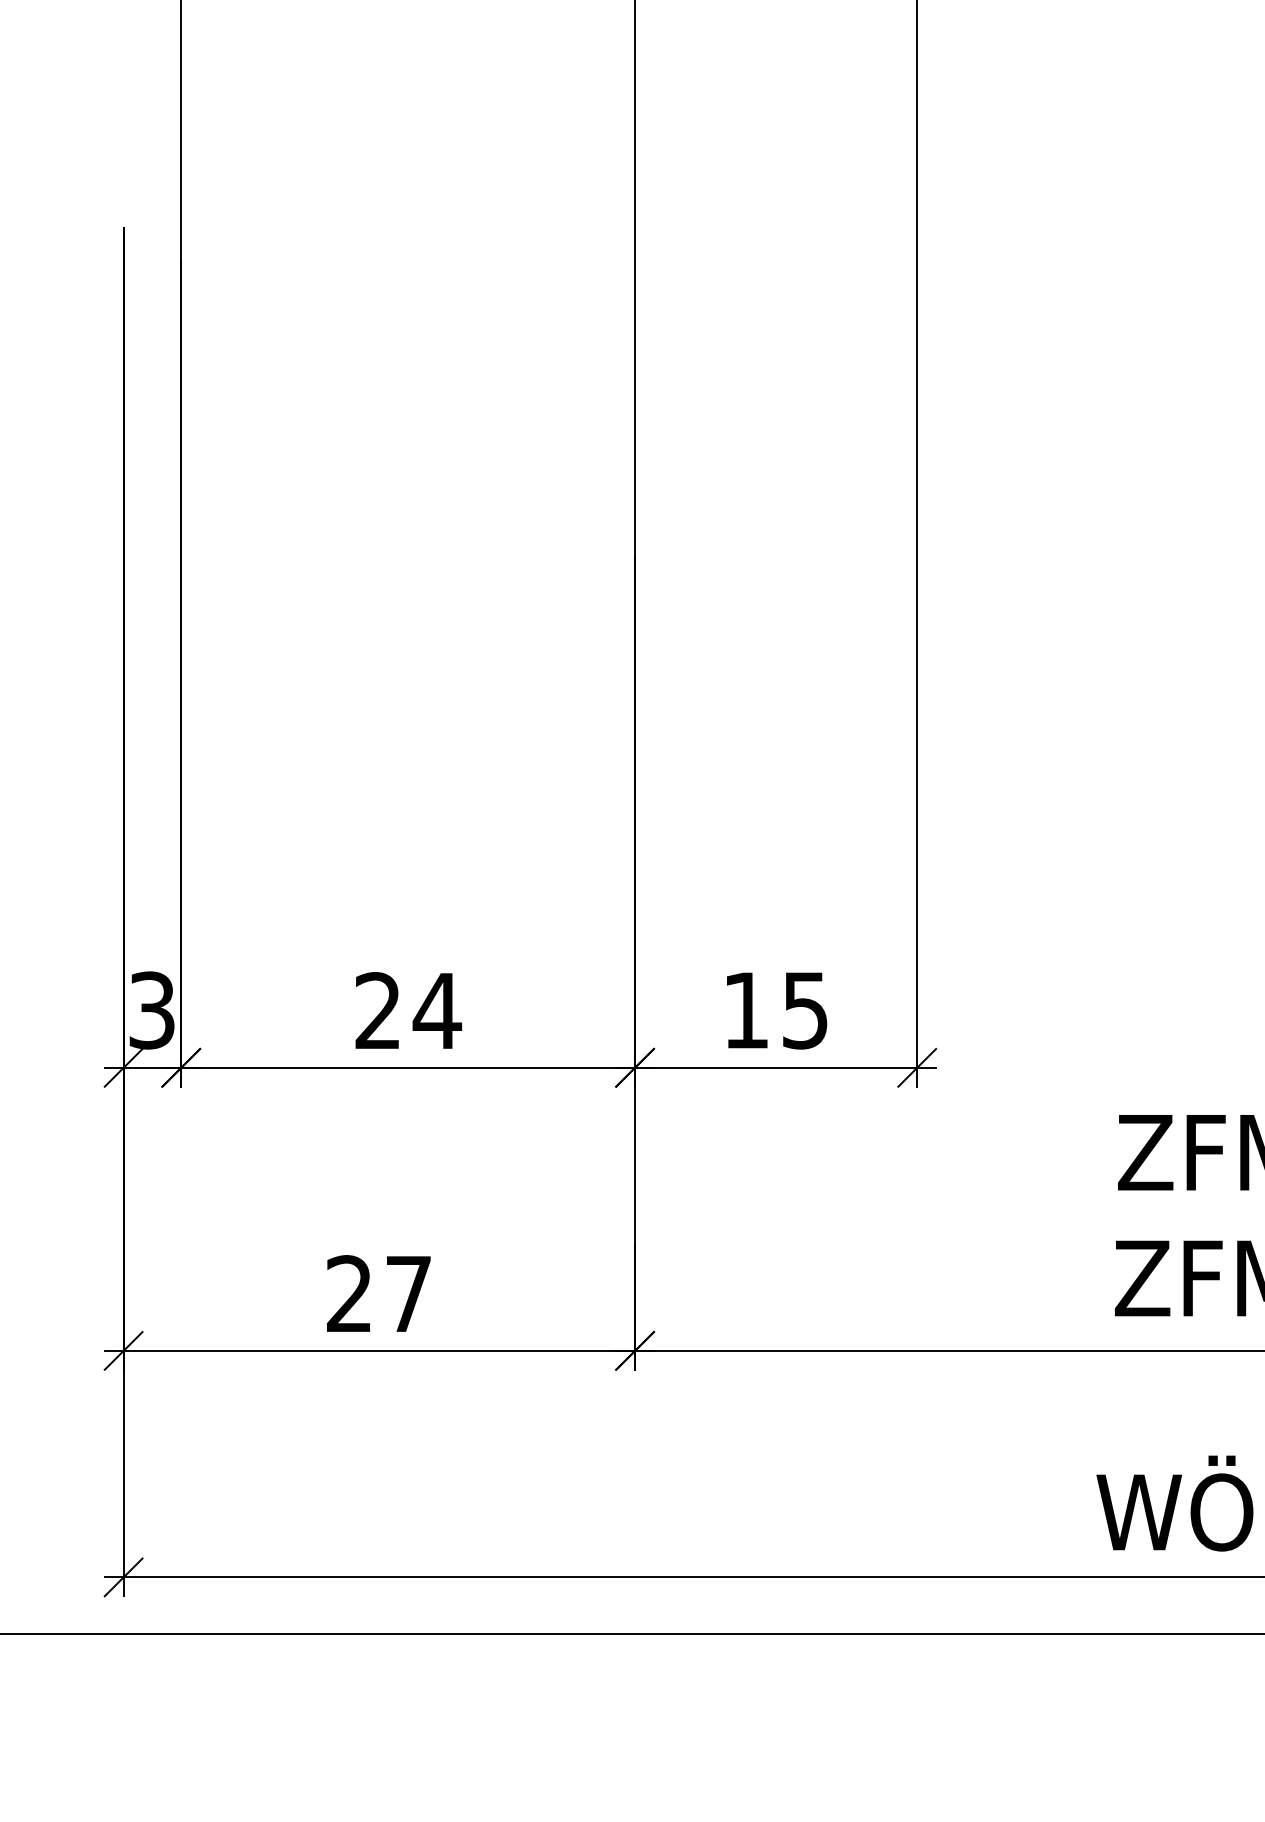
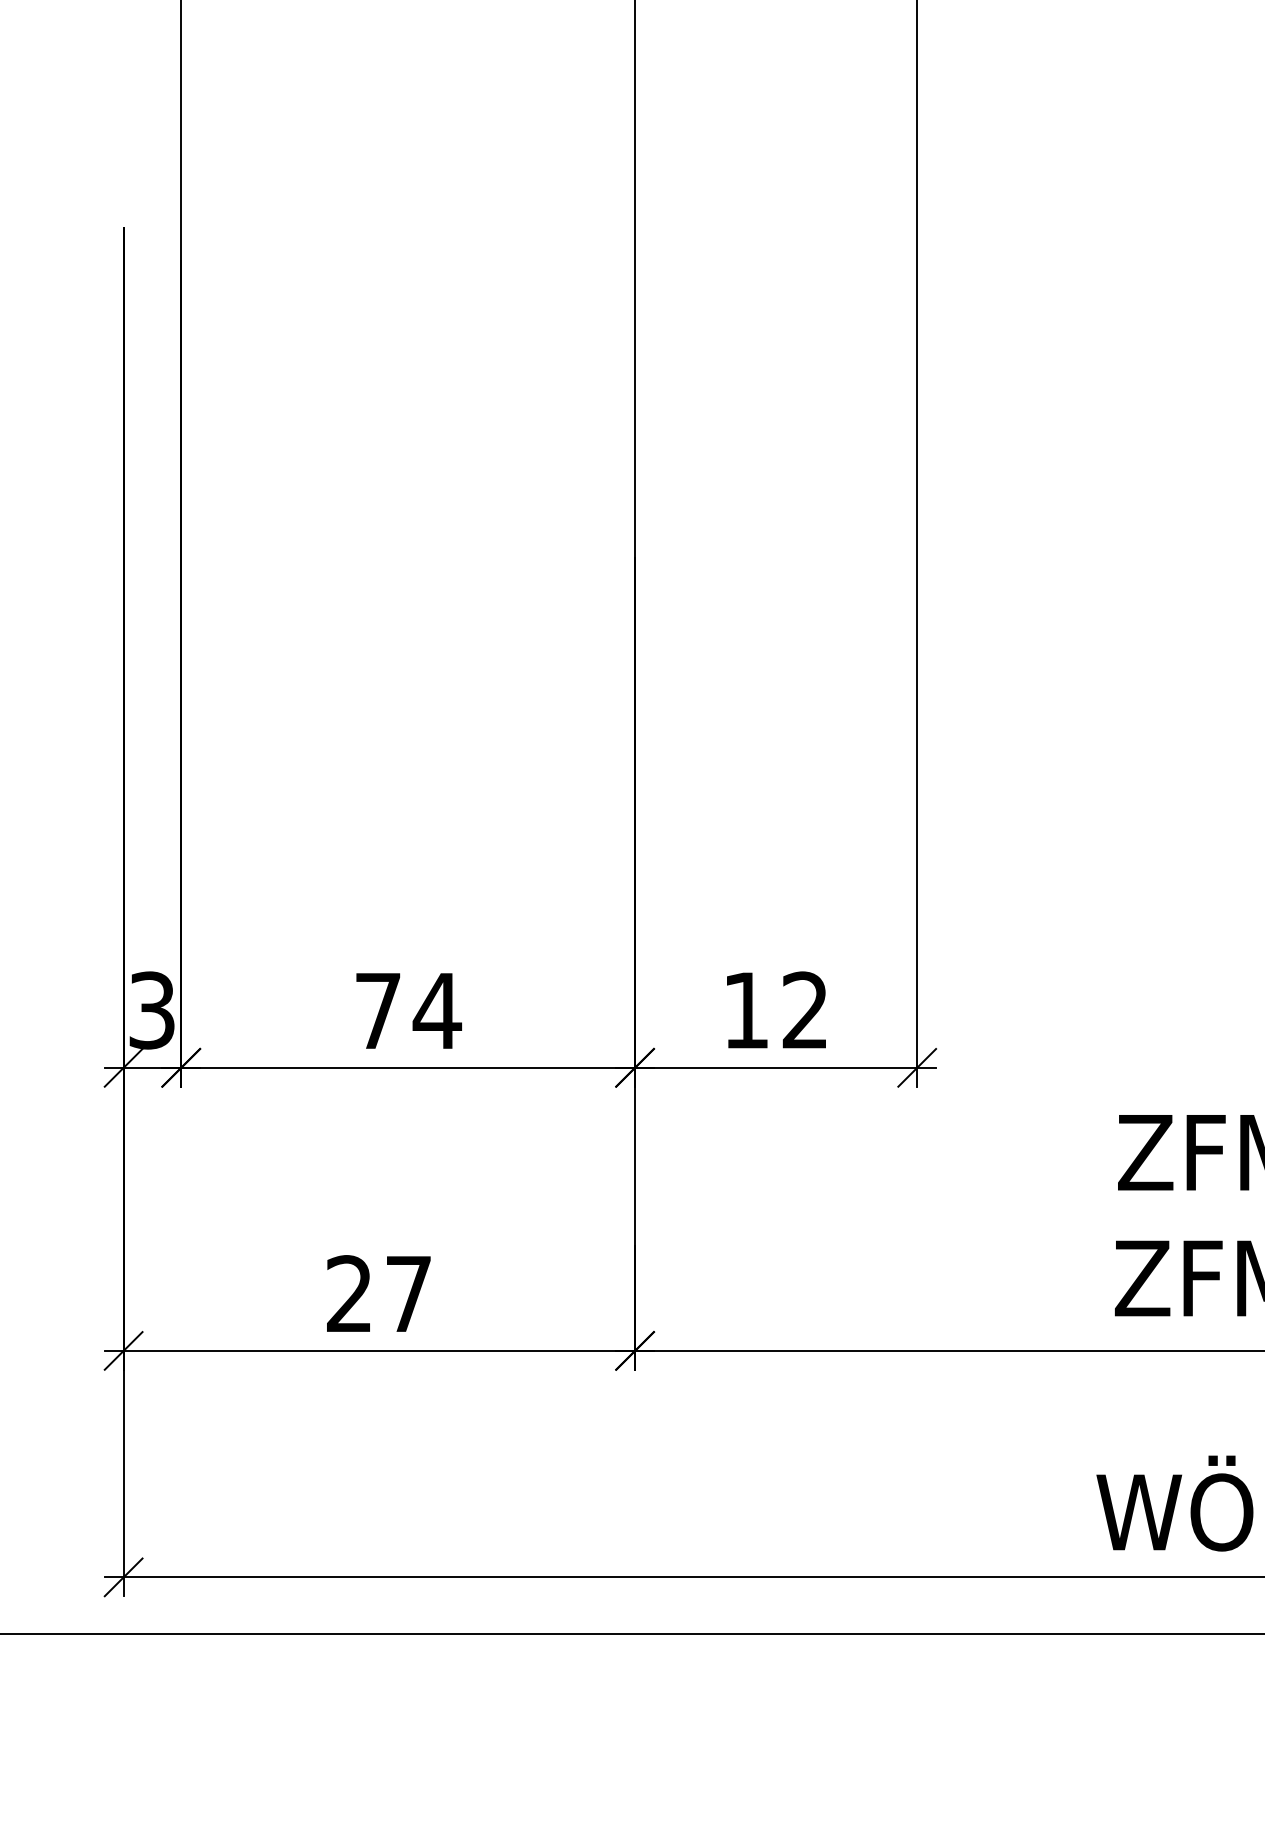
text at (377, 1010): 24 -> 74
text at (804, 1010): 15 -> 12
